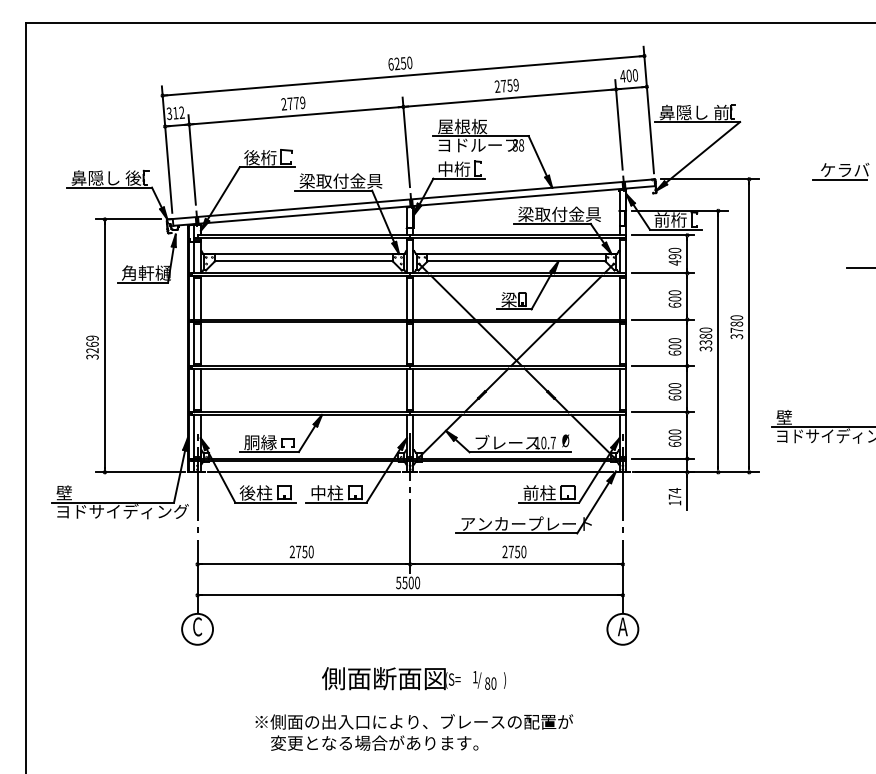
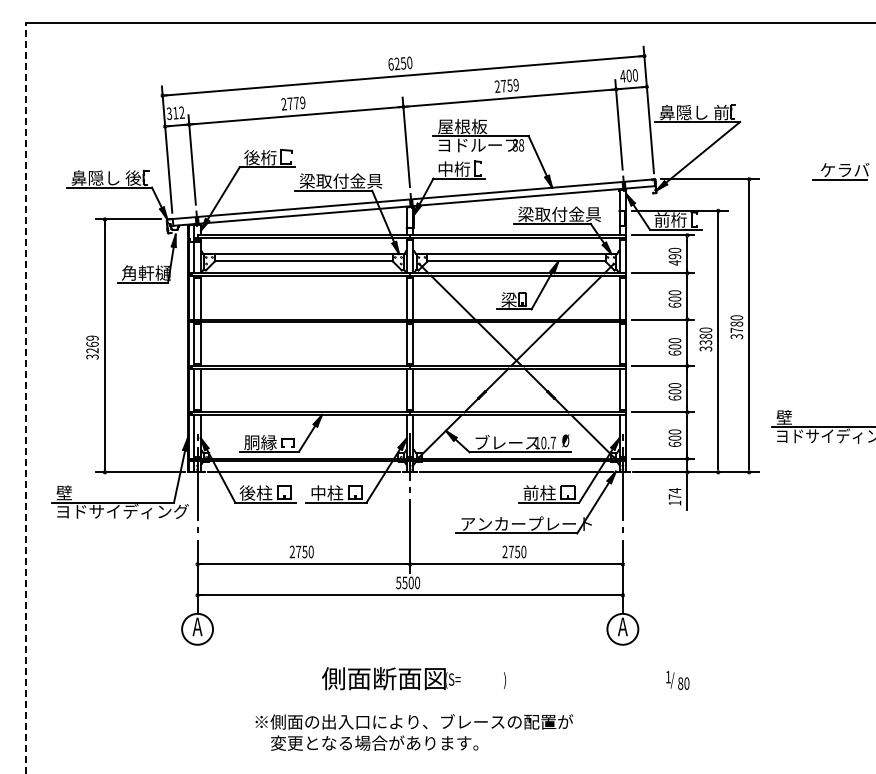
line at (859, 268): present -> none
line at (26, 397): solid -> dashed
text at (197, 626): C -> A
text at (484, 680) position: (484, 680) -> (677, 680)
